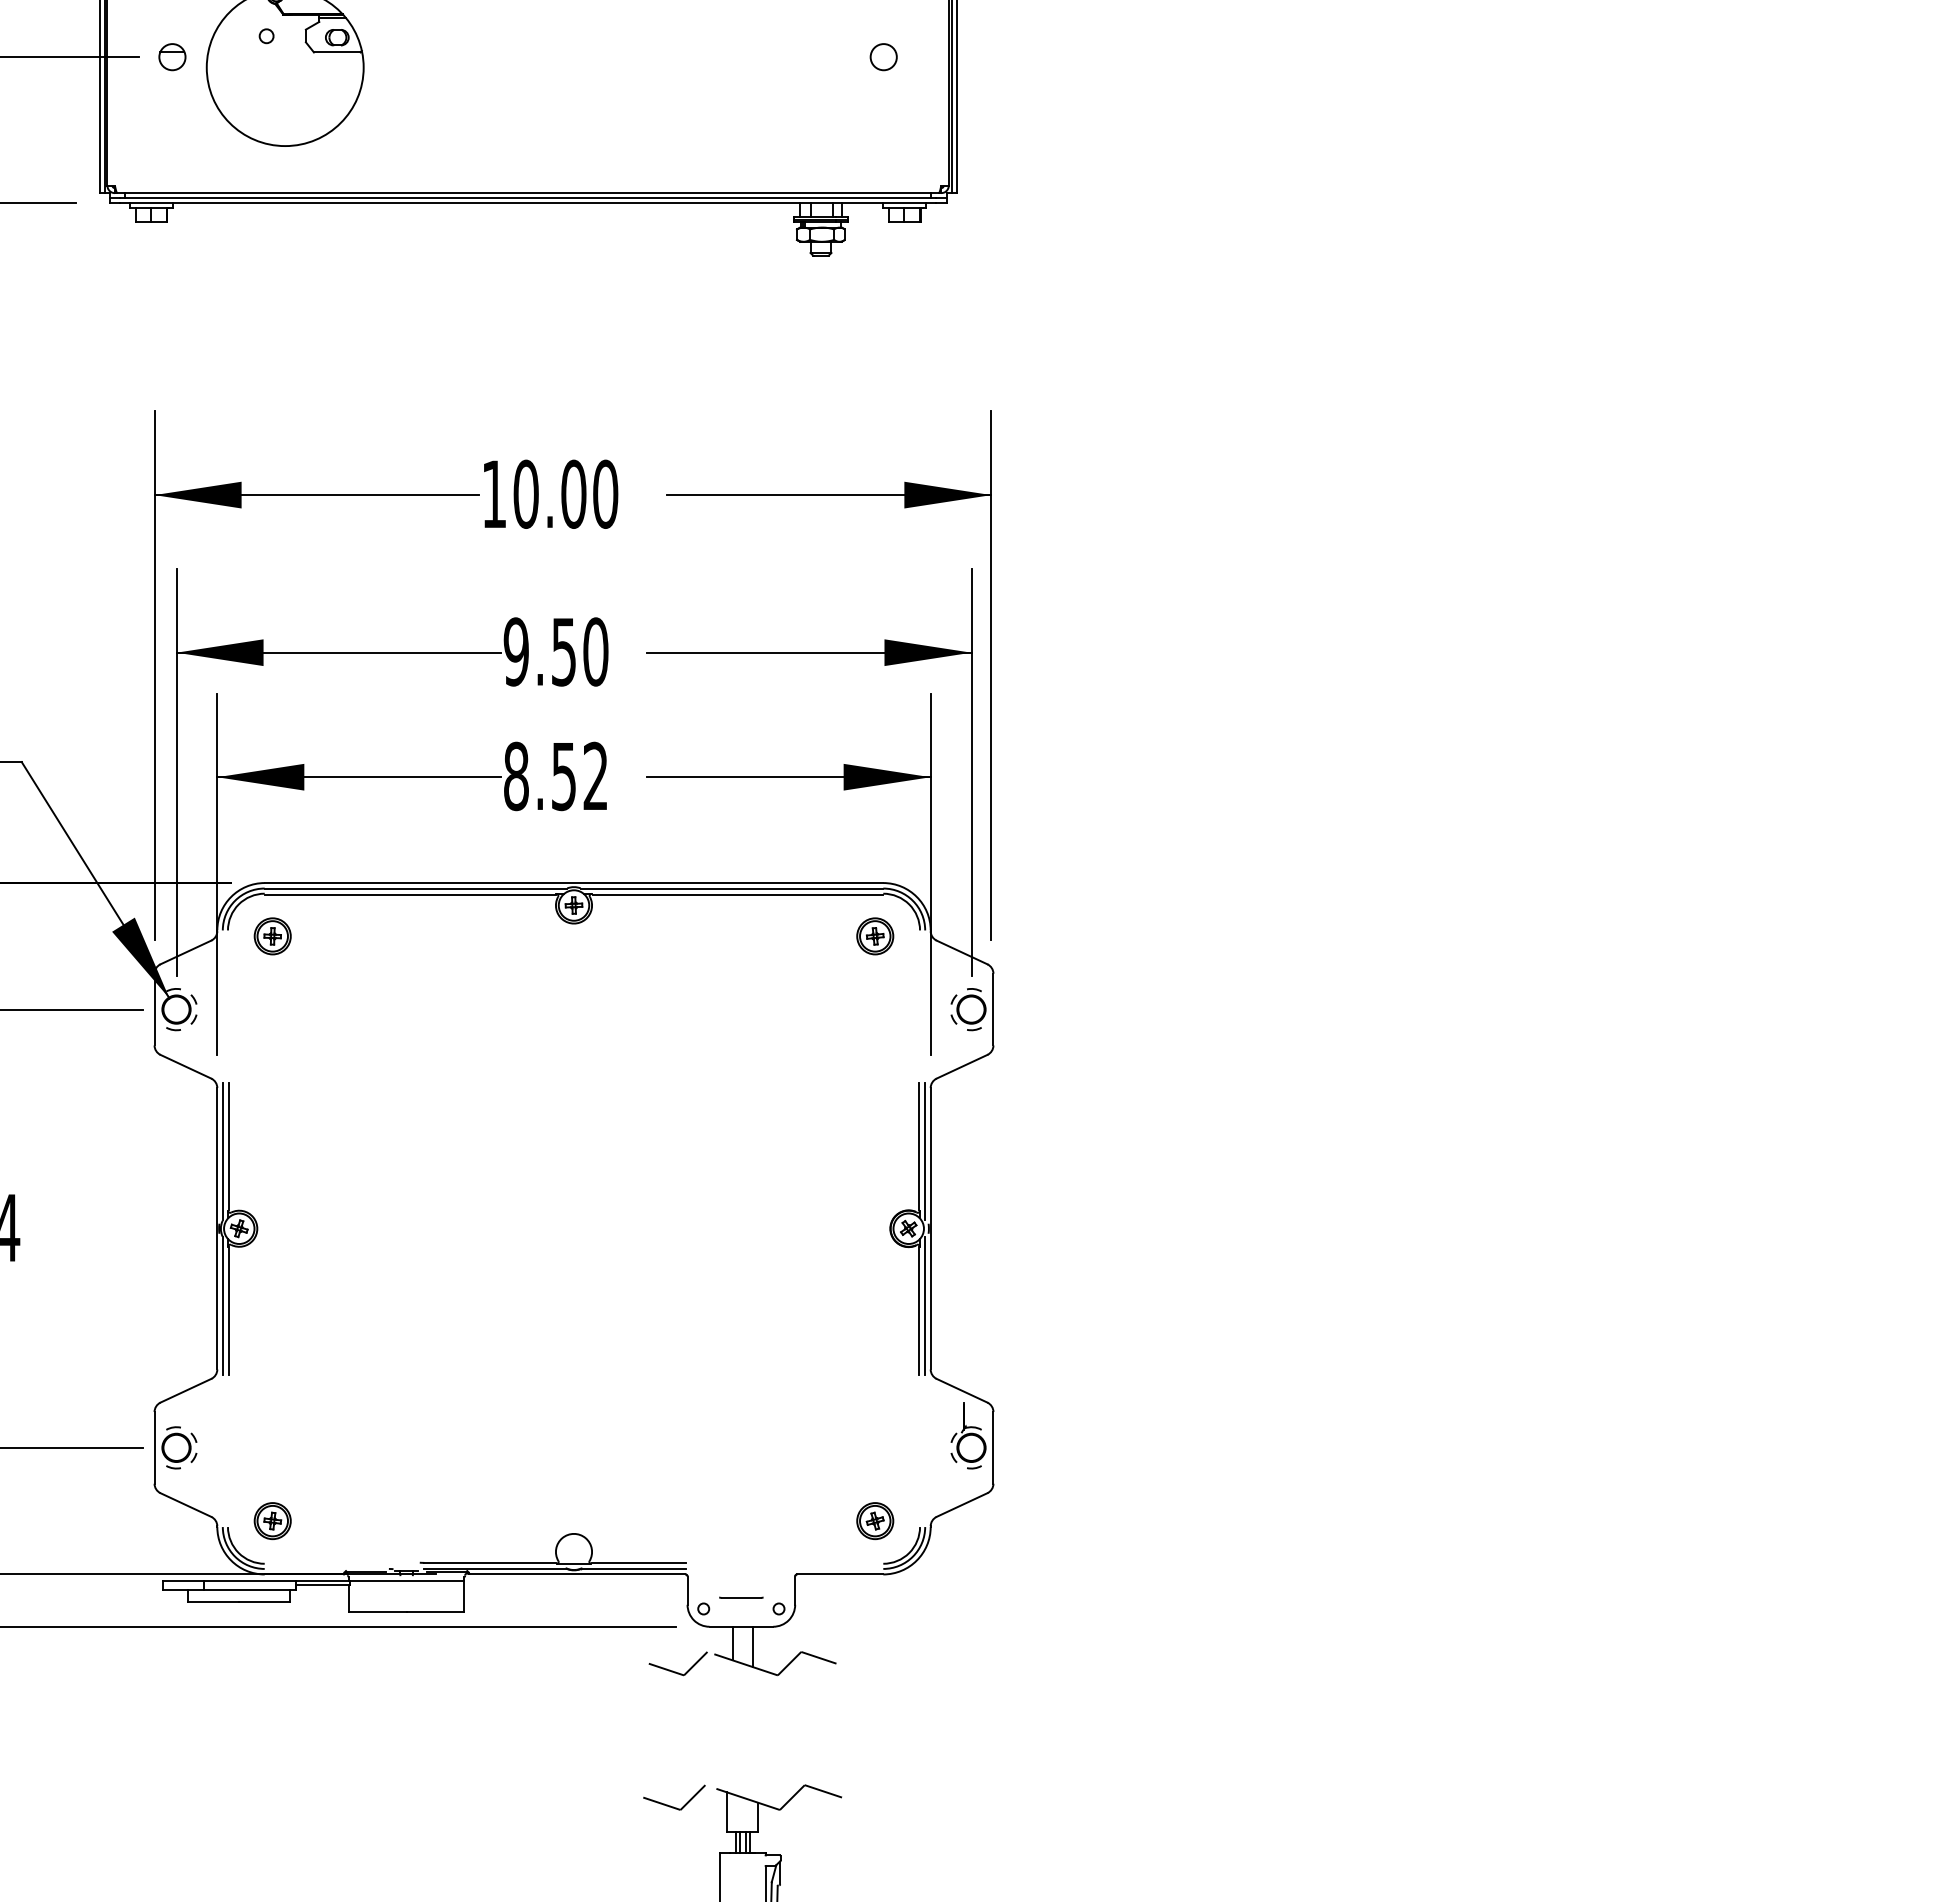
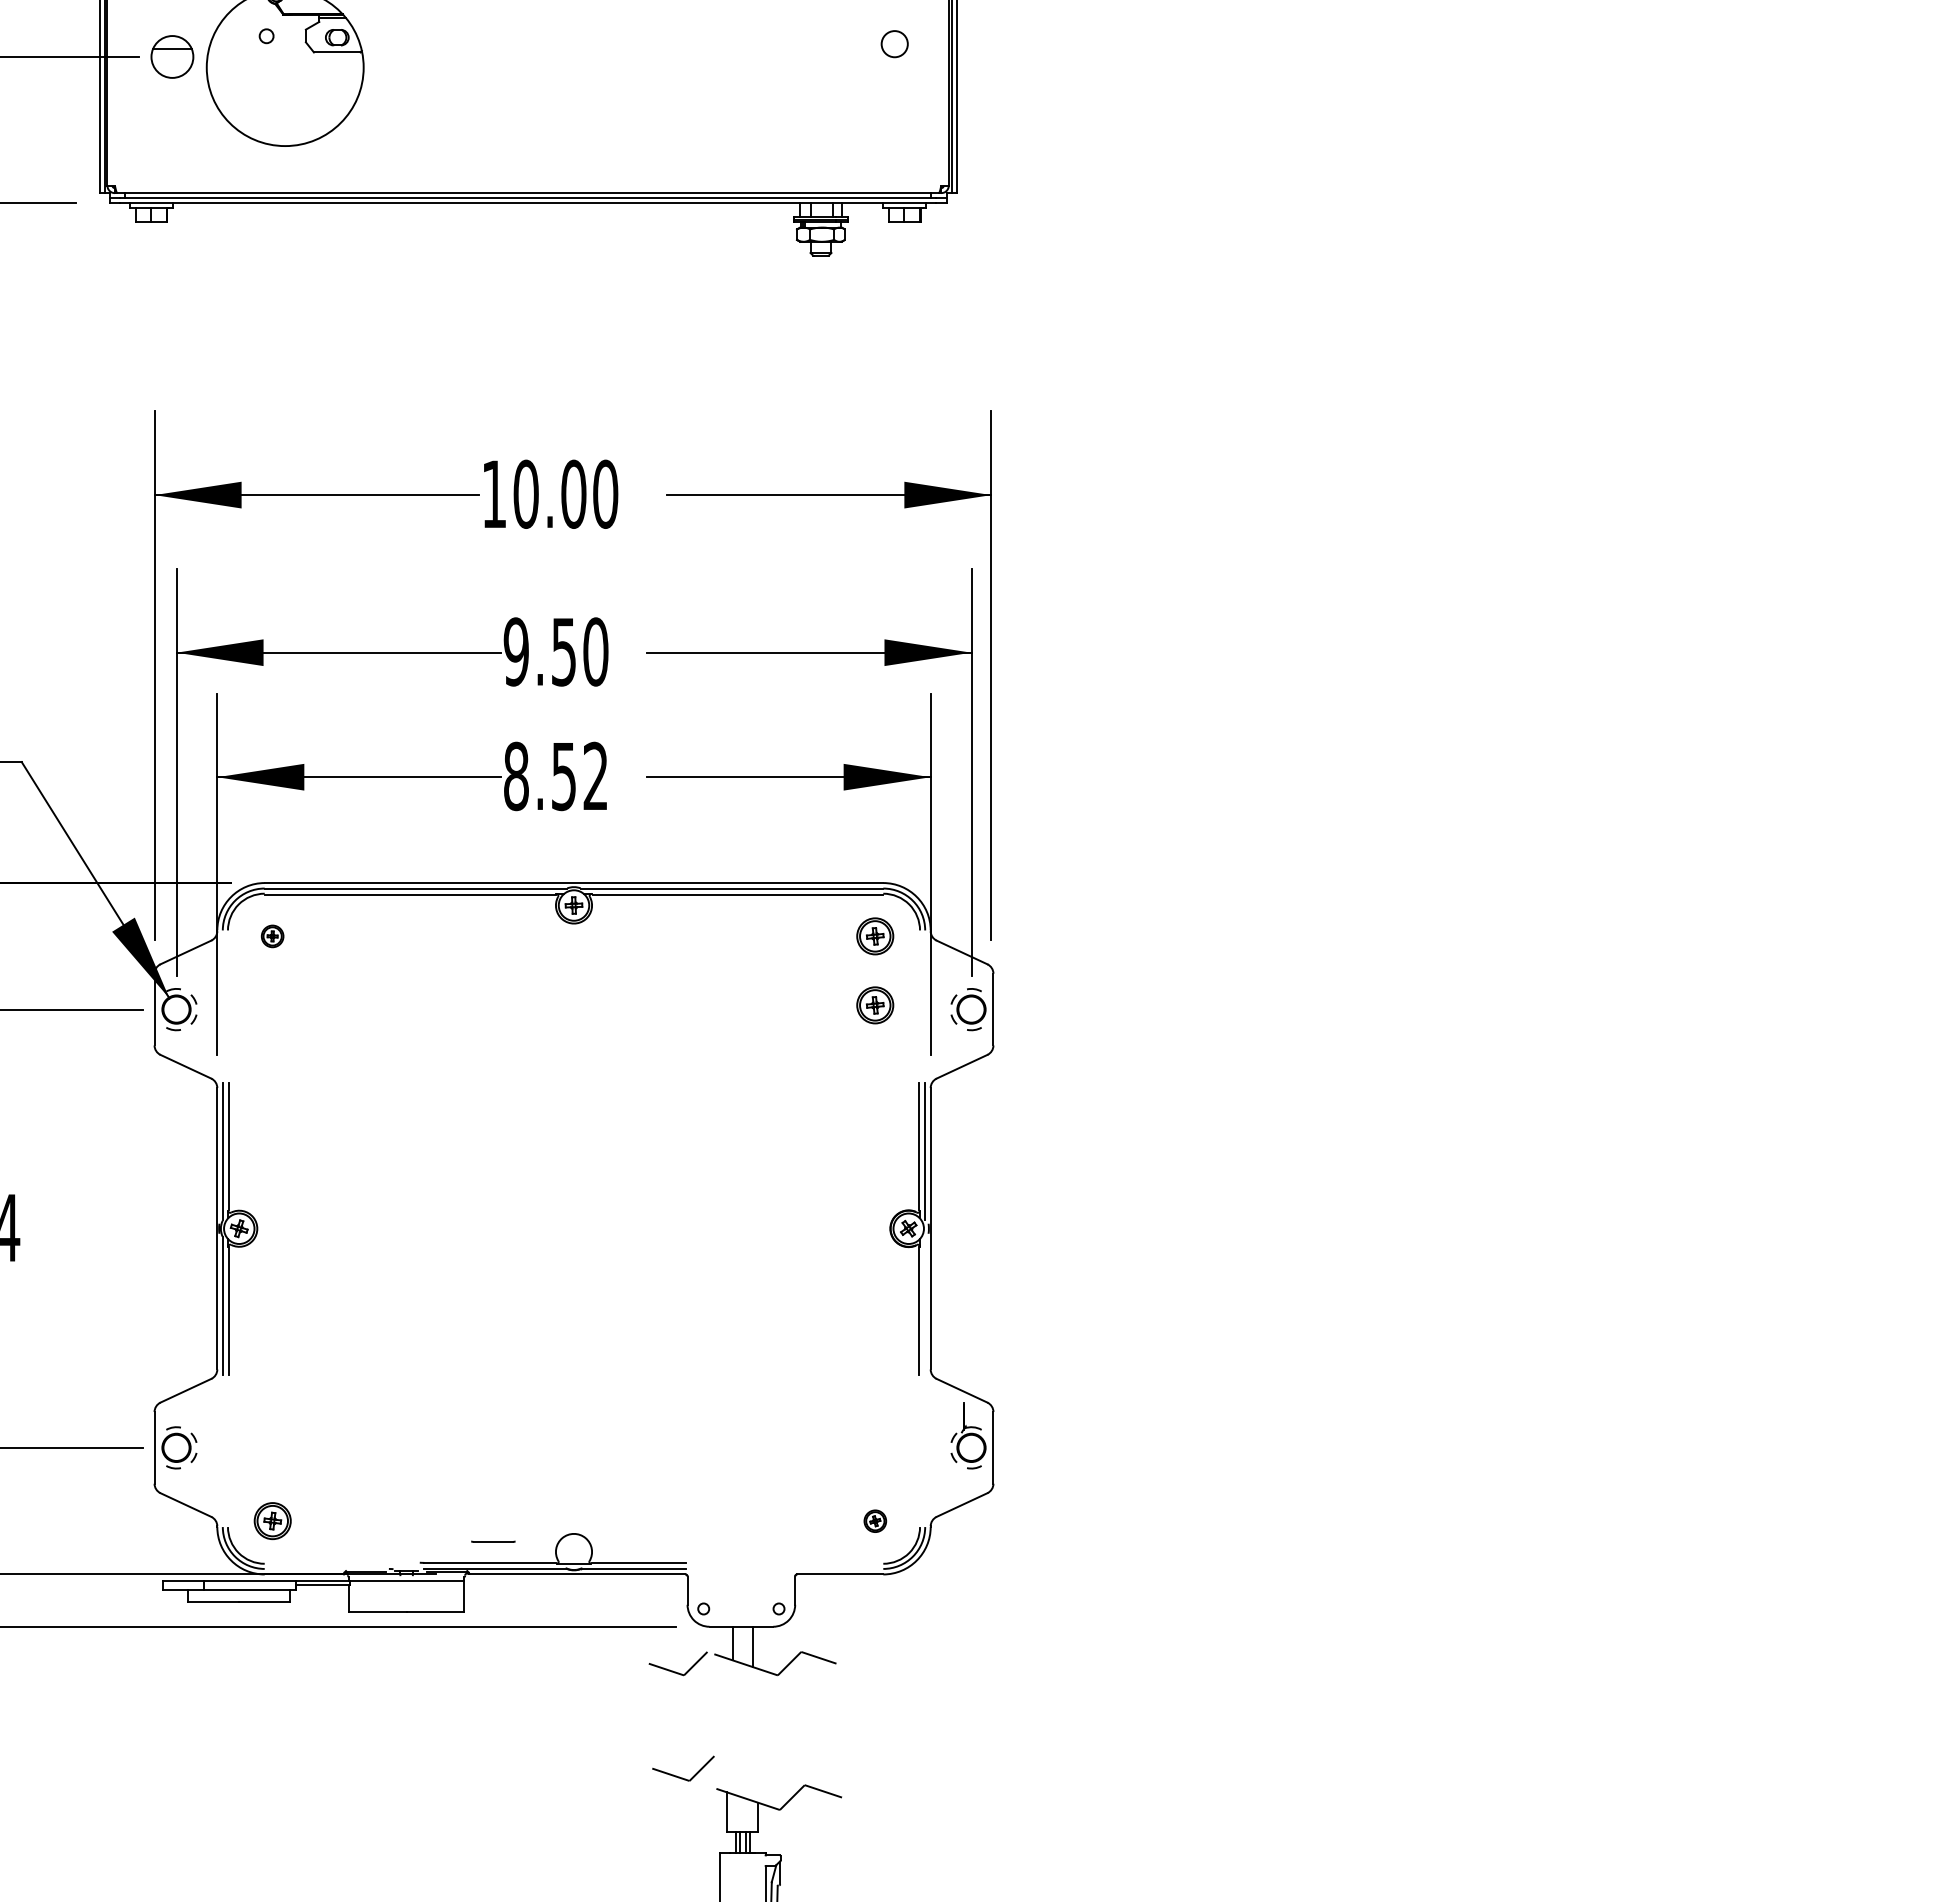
part at (172, 57) size: 29x29 px -> 45x44 px
circle at (883, 57) position: (883, 57) -> (894, 44)
part at (272, 936) size: 39x39 px -> 25x25 px
part at (875, 1005): none -> present
line at (925, 1305): present -> none
part at (875, 1521) size: 39x39 px -> 25x24 px
line at (741, 1597) position: (741, 1597) -> (493, 1541)
part at (670, 1805) position: (670, 1805) -> (679, 1776)
